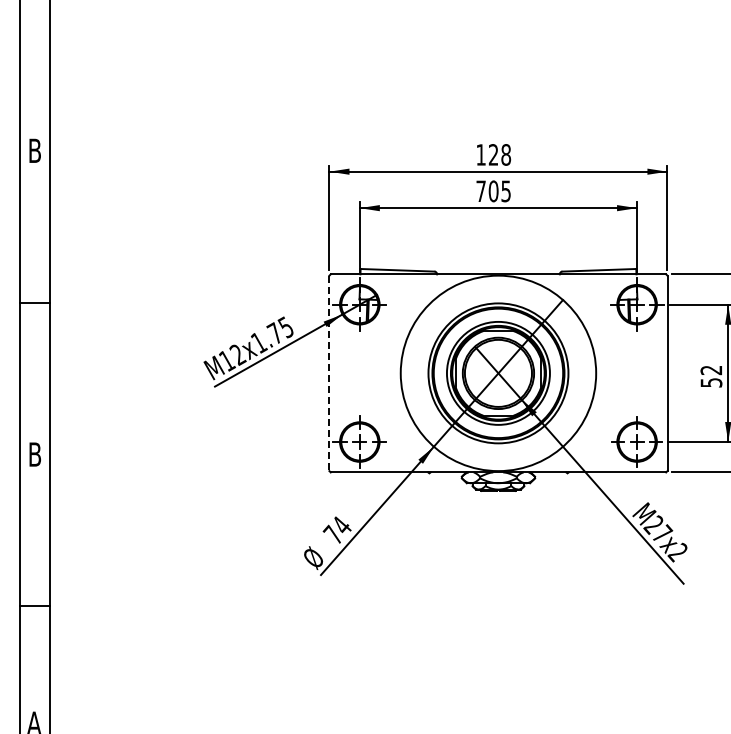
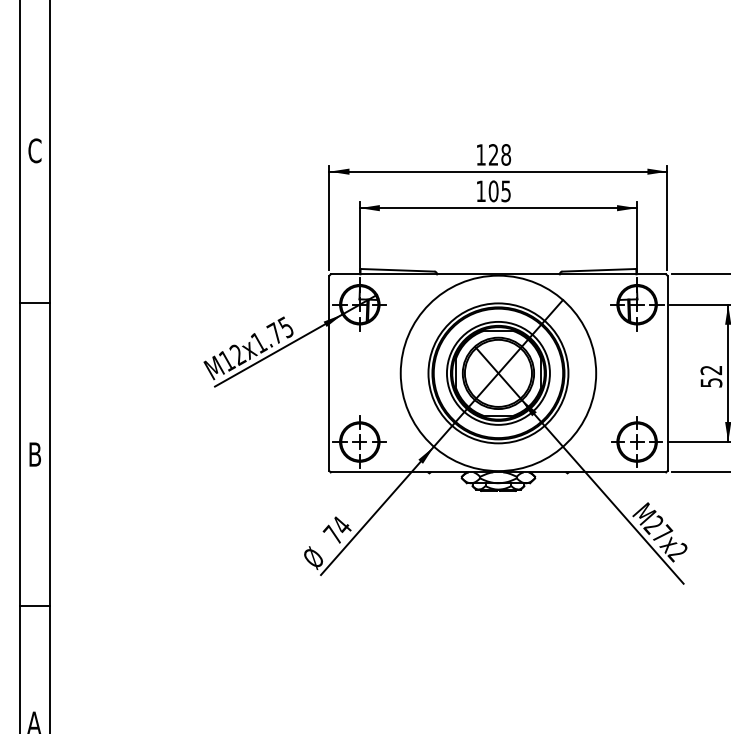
text at (34, 150): B -> C
text at (480, 190): 705 -> 105
line at (329, 373): dashed -> solid
